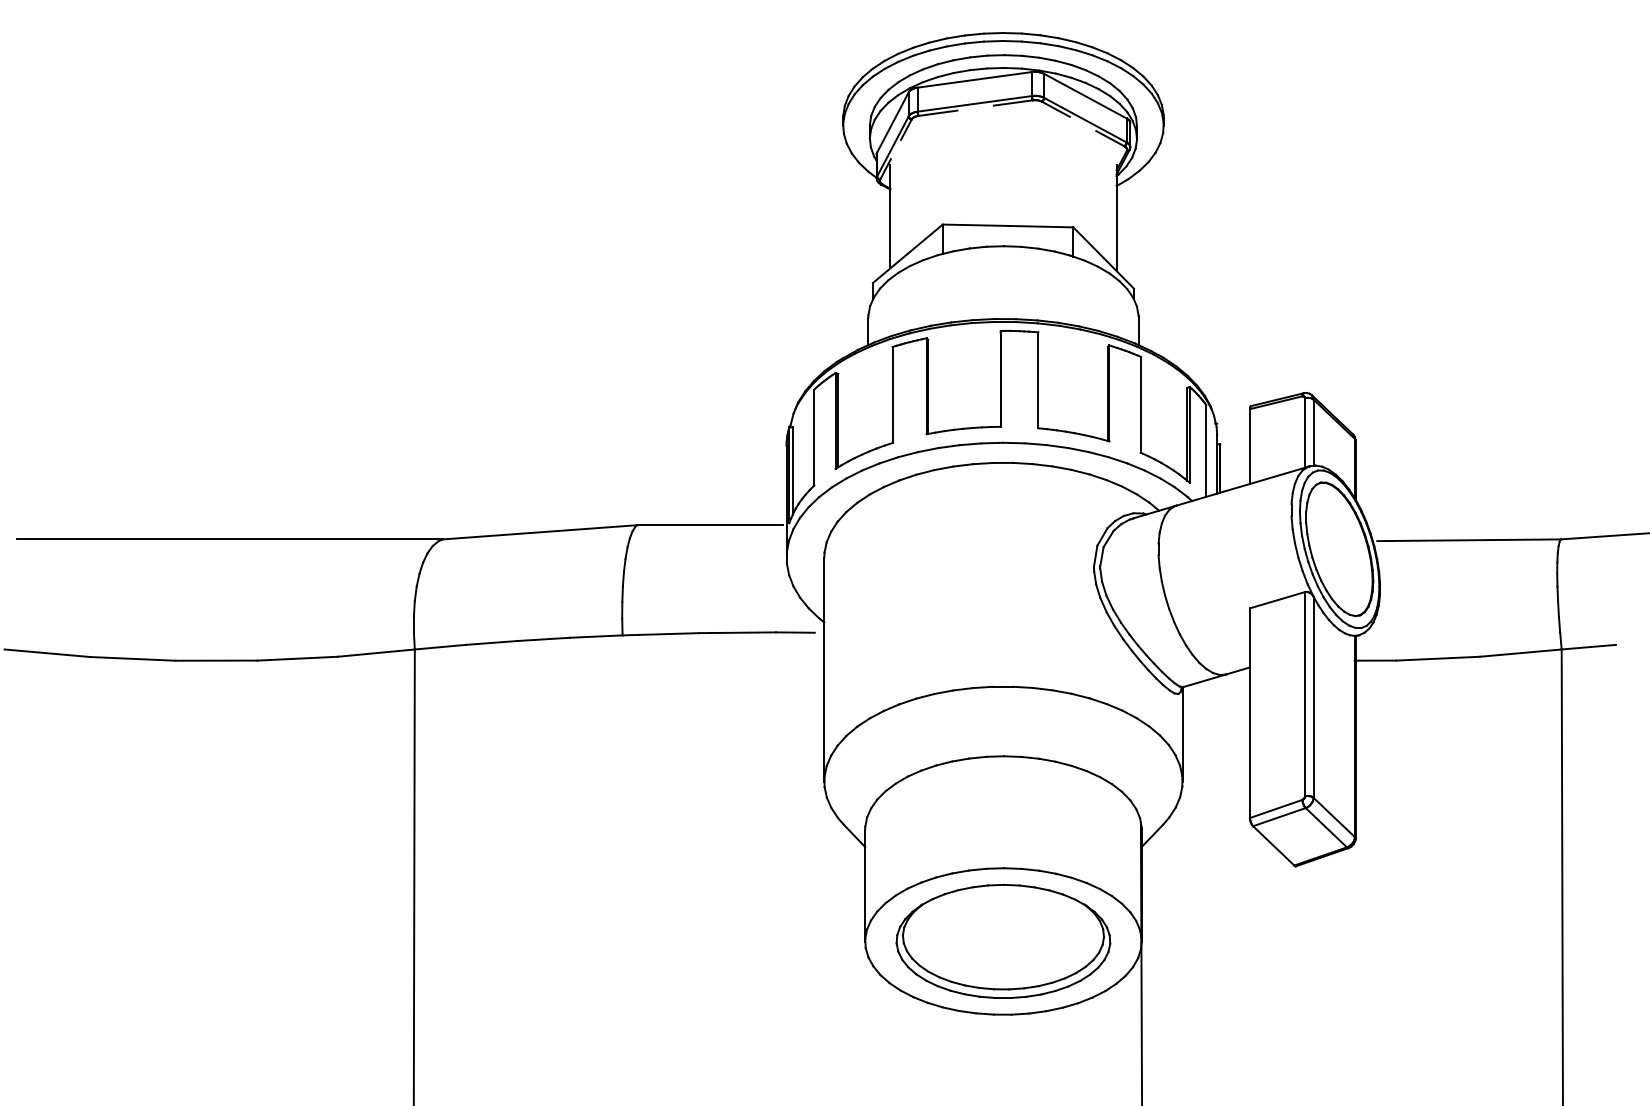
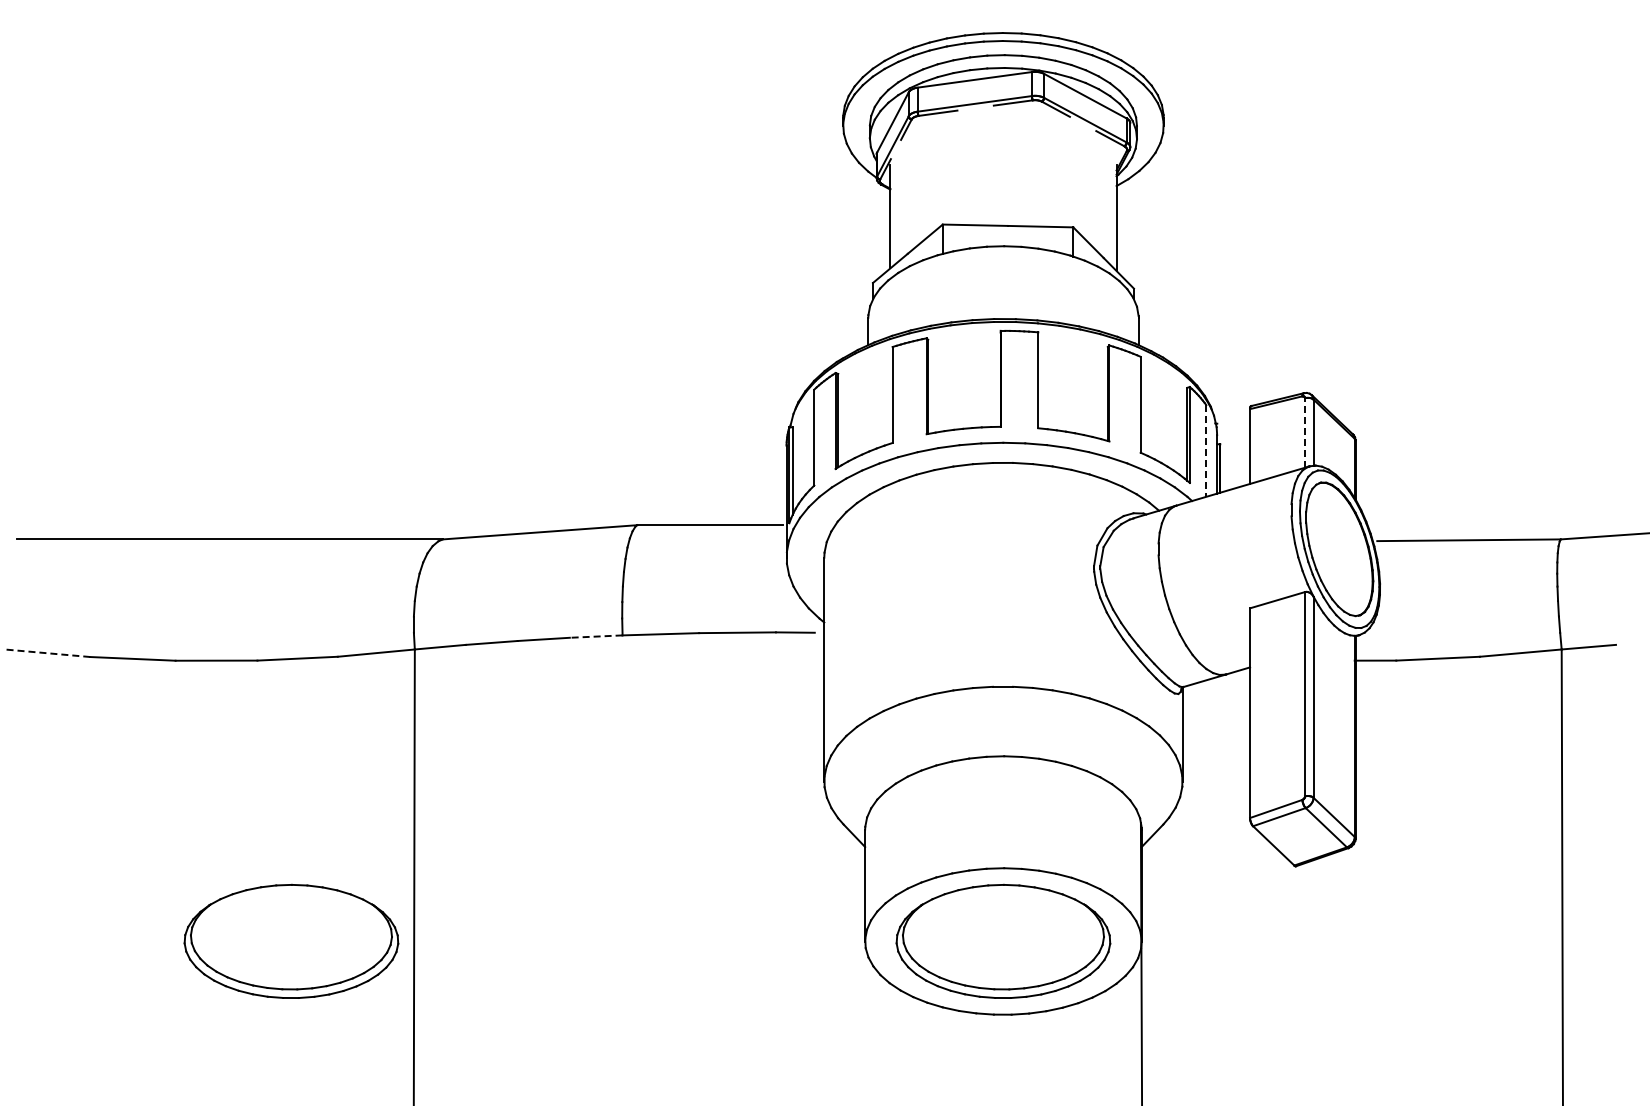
line at (1304, 433): solid -> dashed
line at (1206, 450): solid -> dashed
line at (595, 636): solid -> dashed
line at (46, 653): solid -> dashed
part at (291, 940): none -> present
